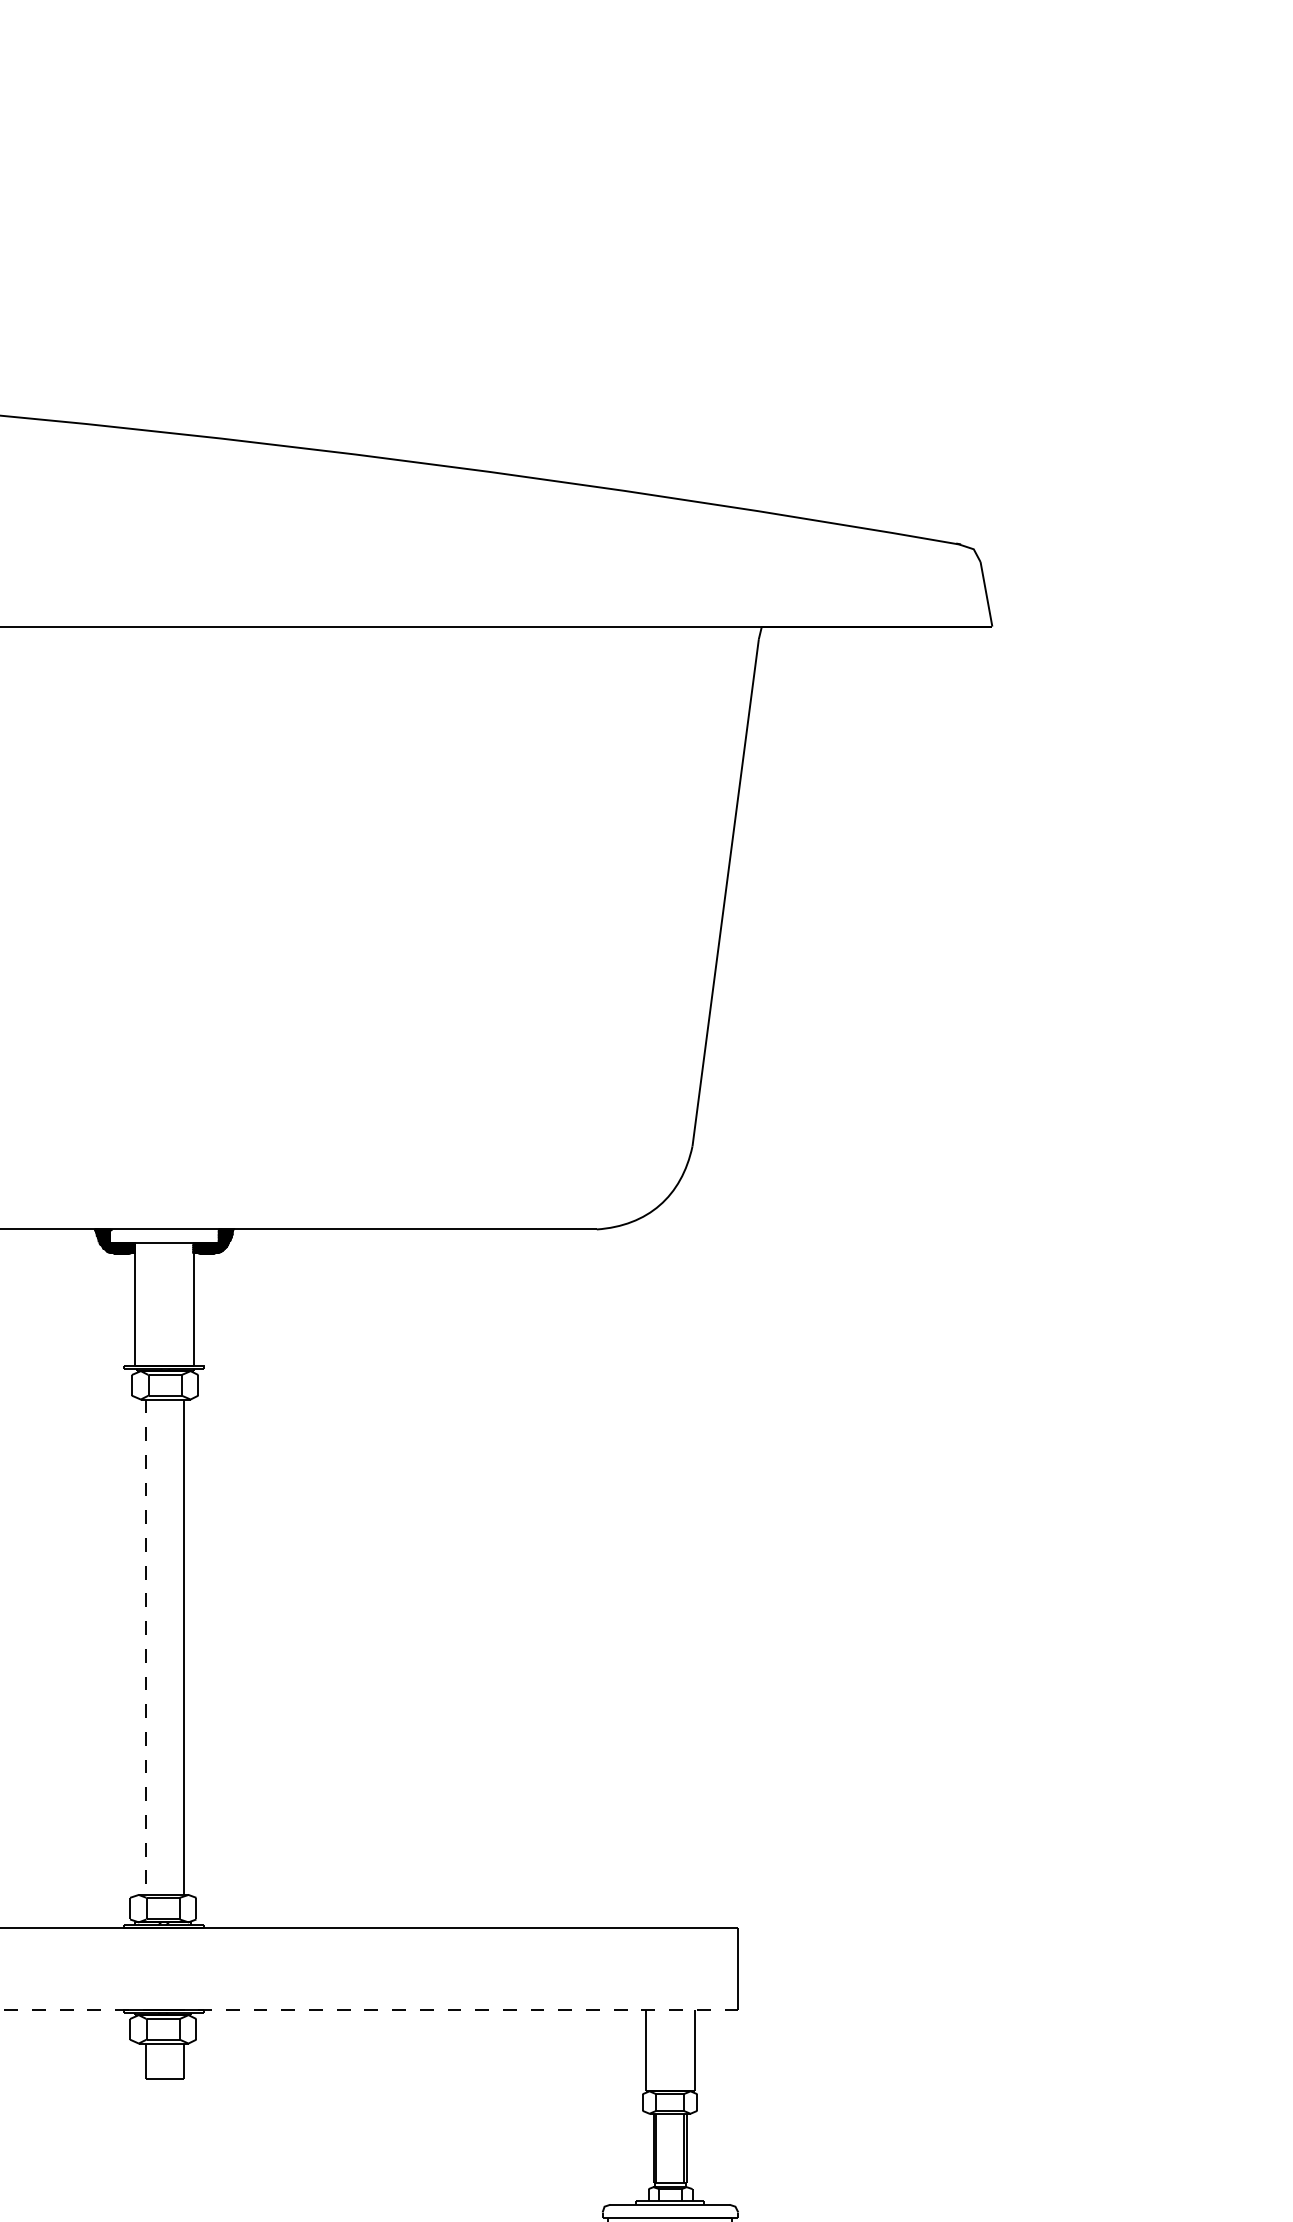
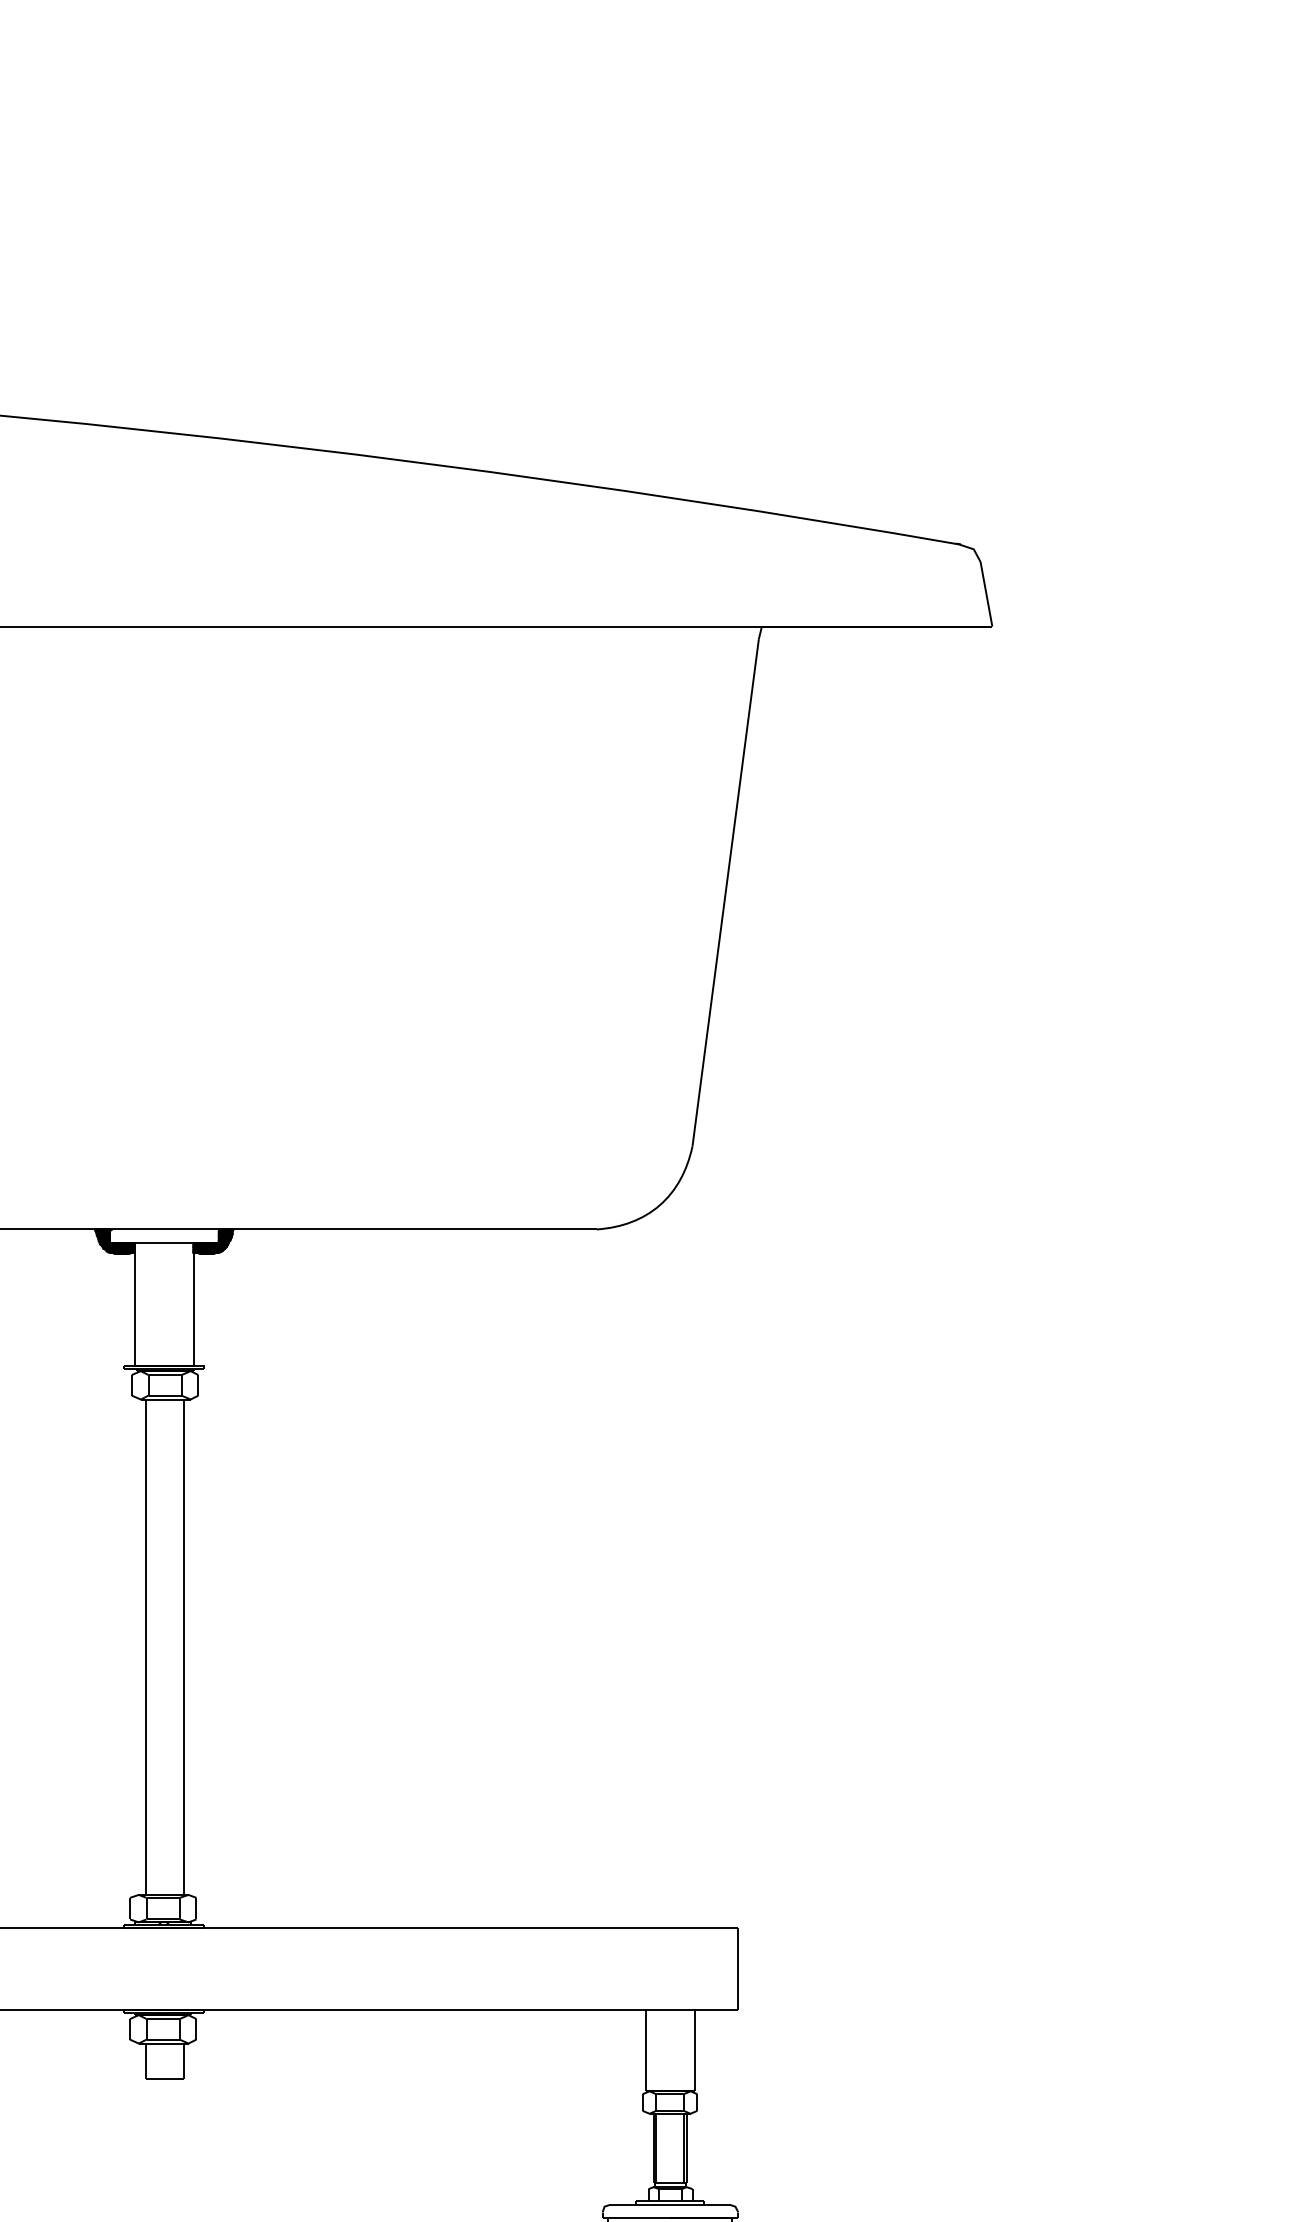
line at (145, 1647): dashed -> solid
line at (369, 2010): dashed -> solid
